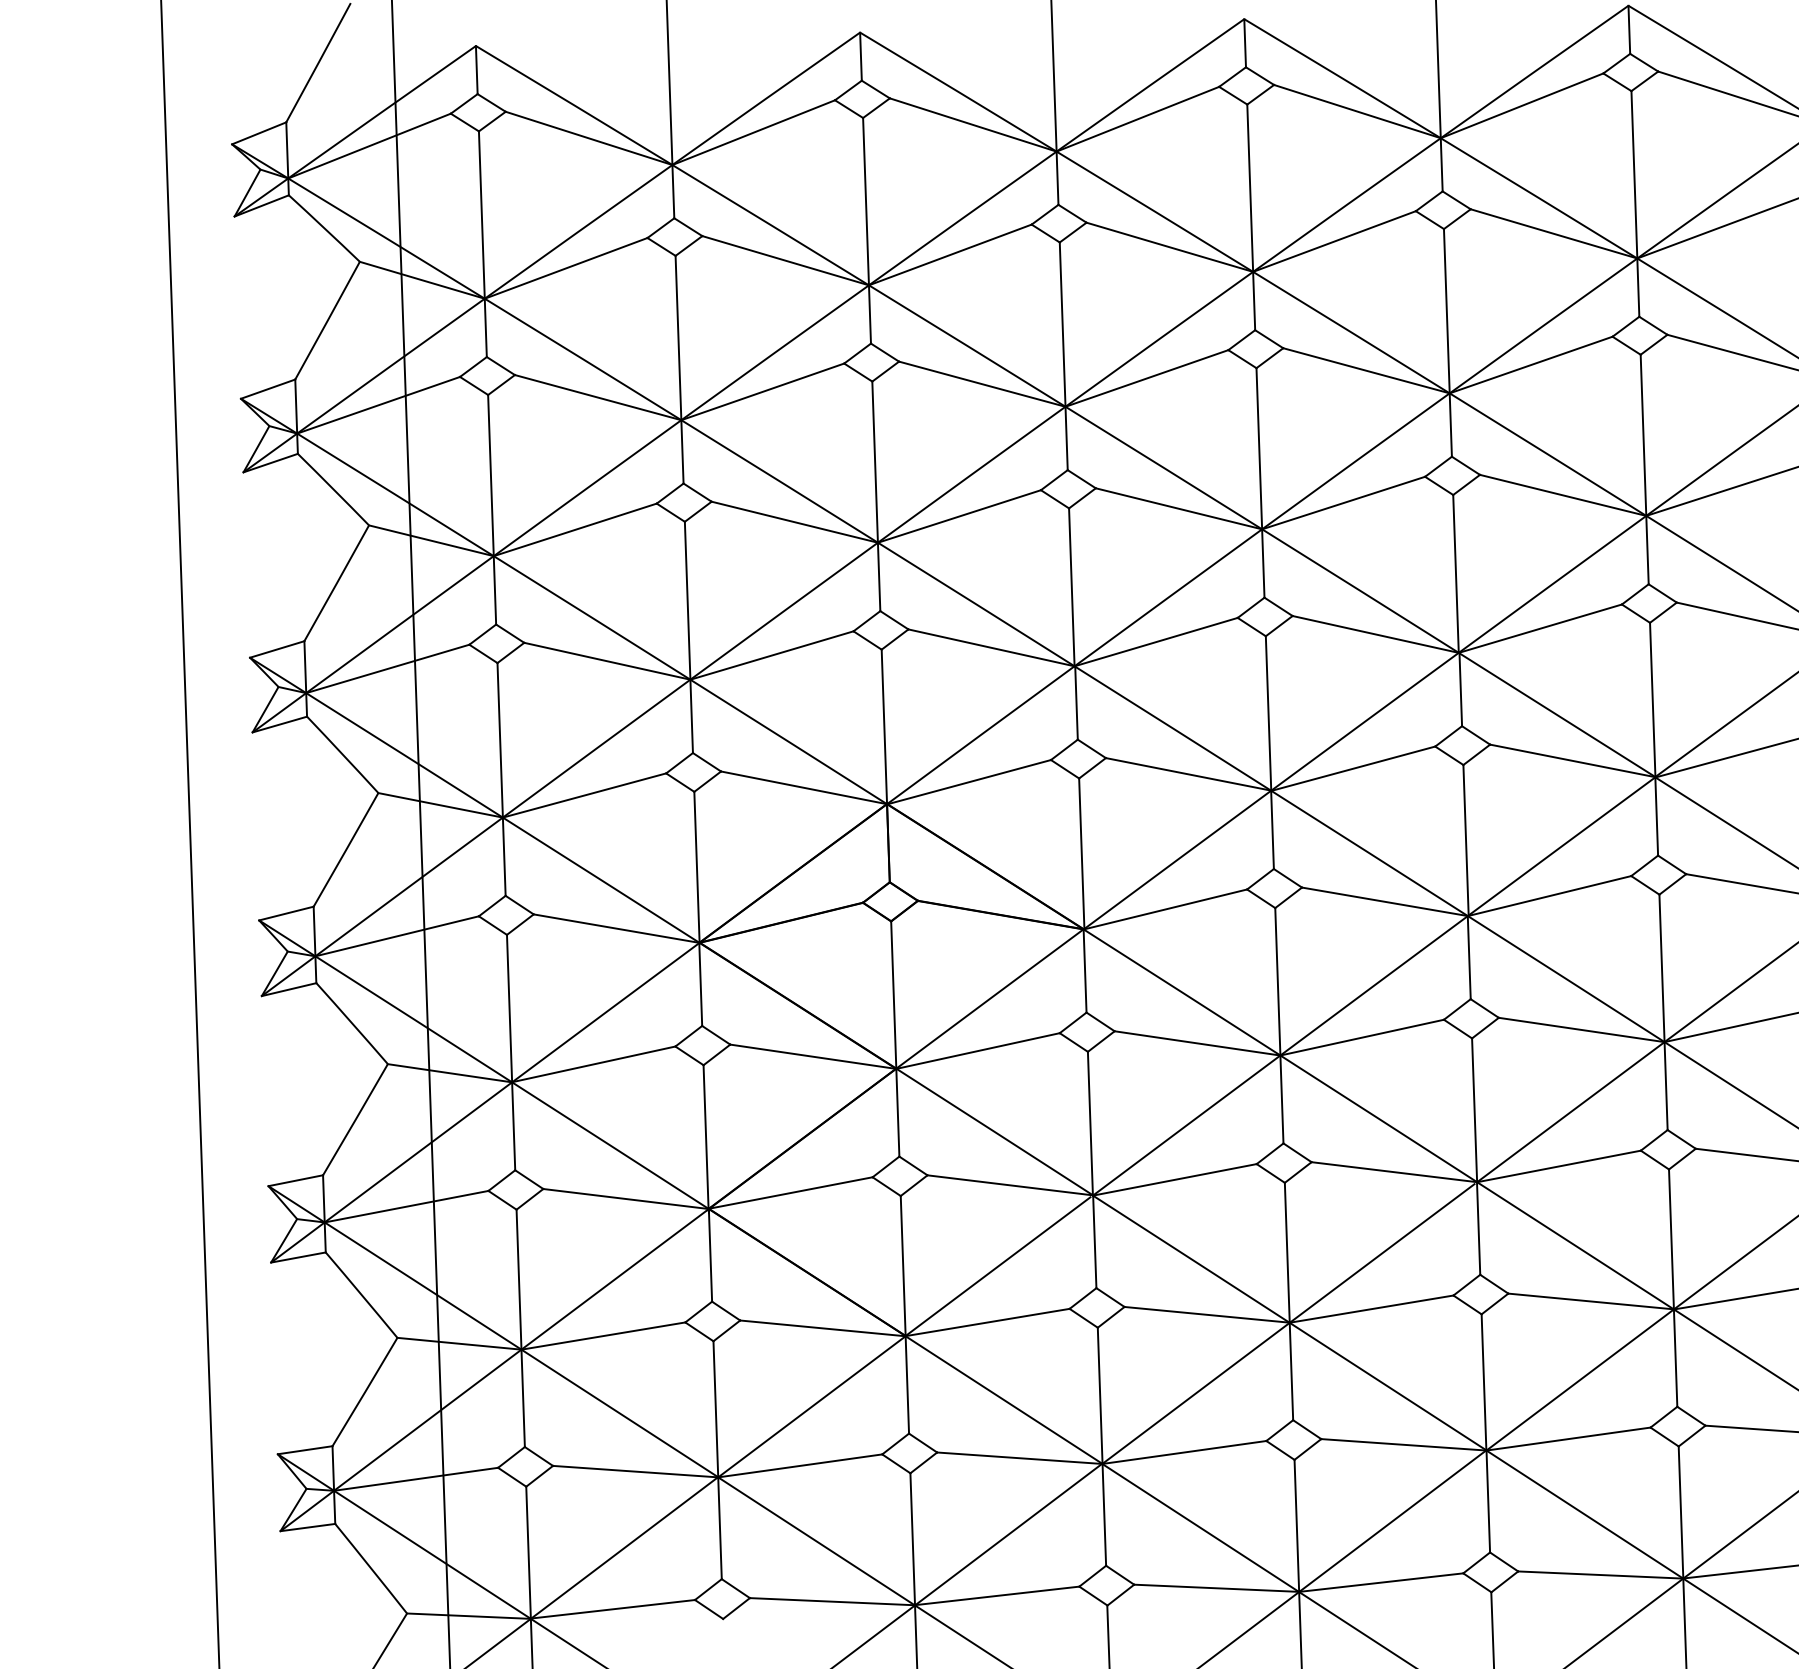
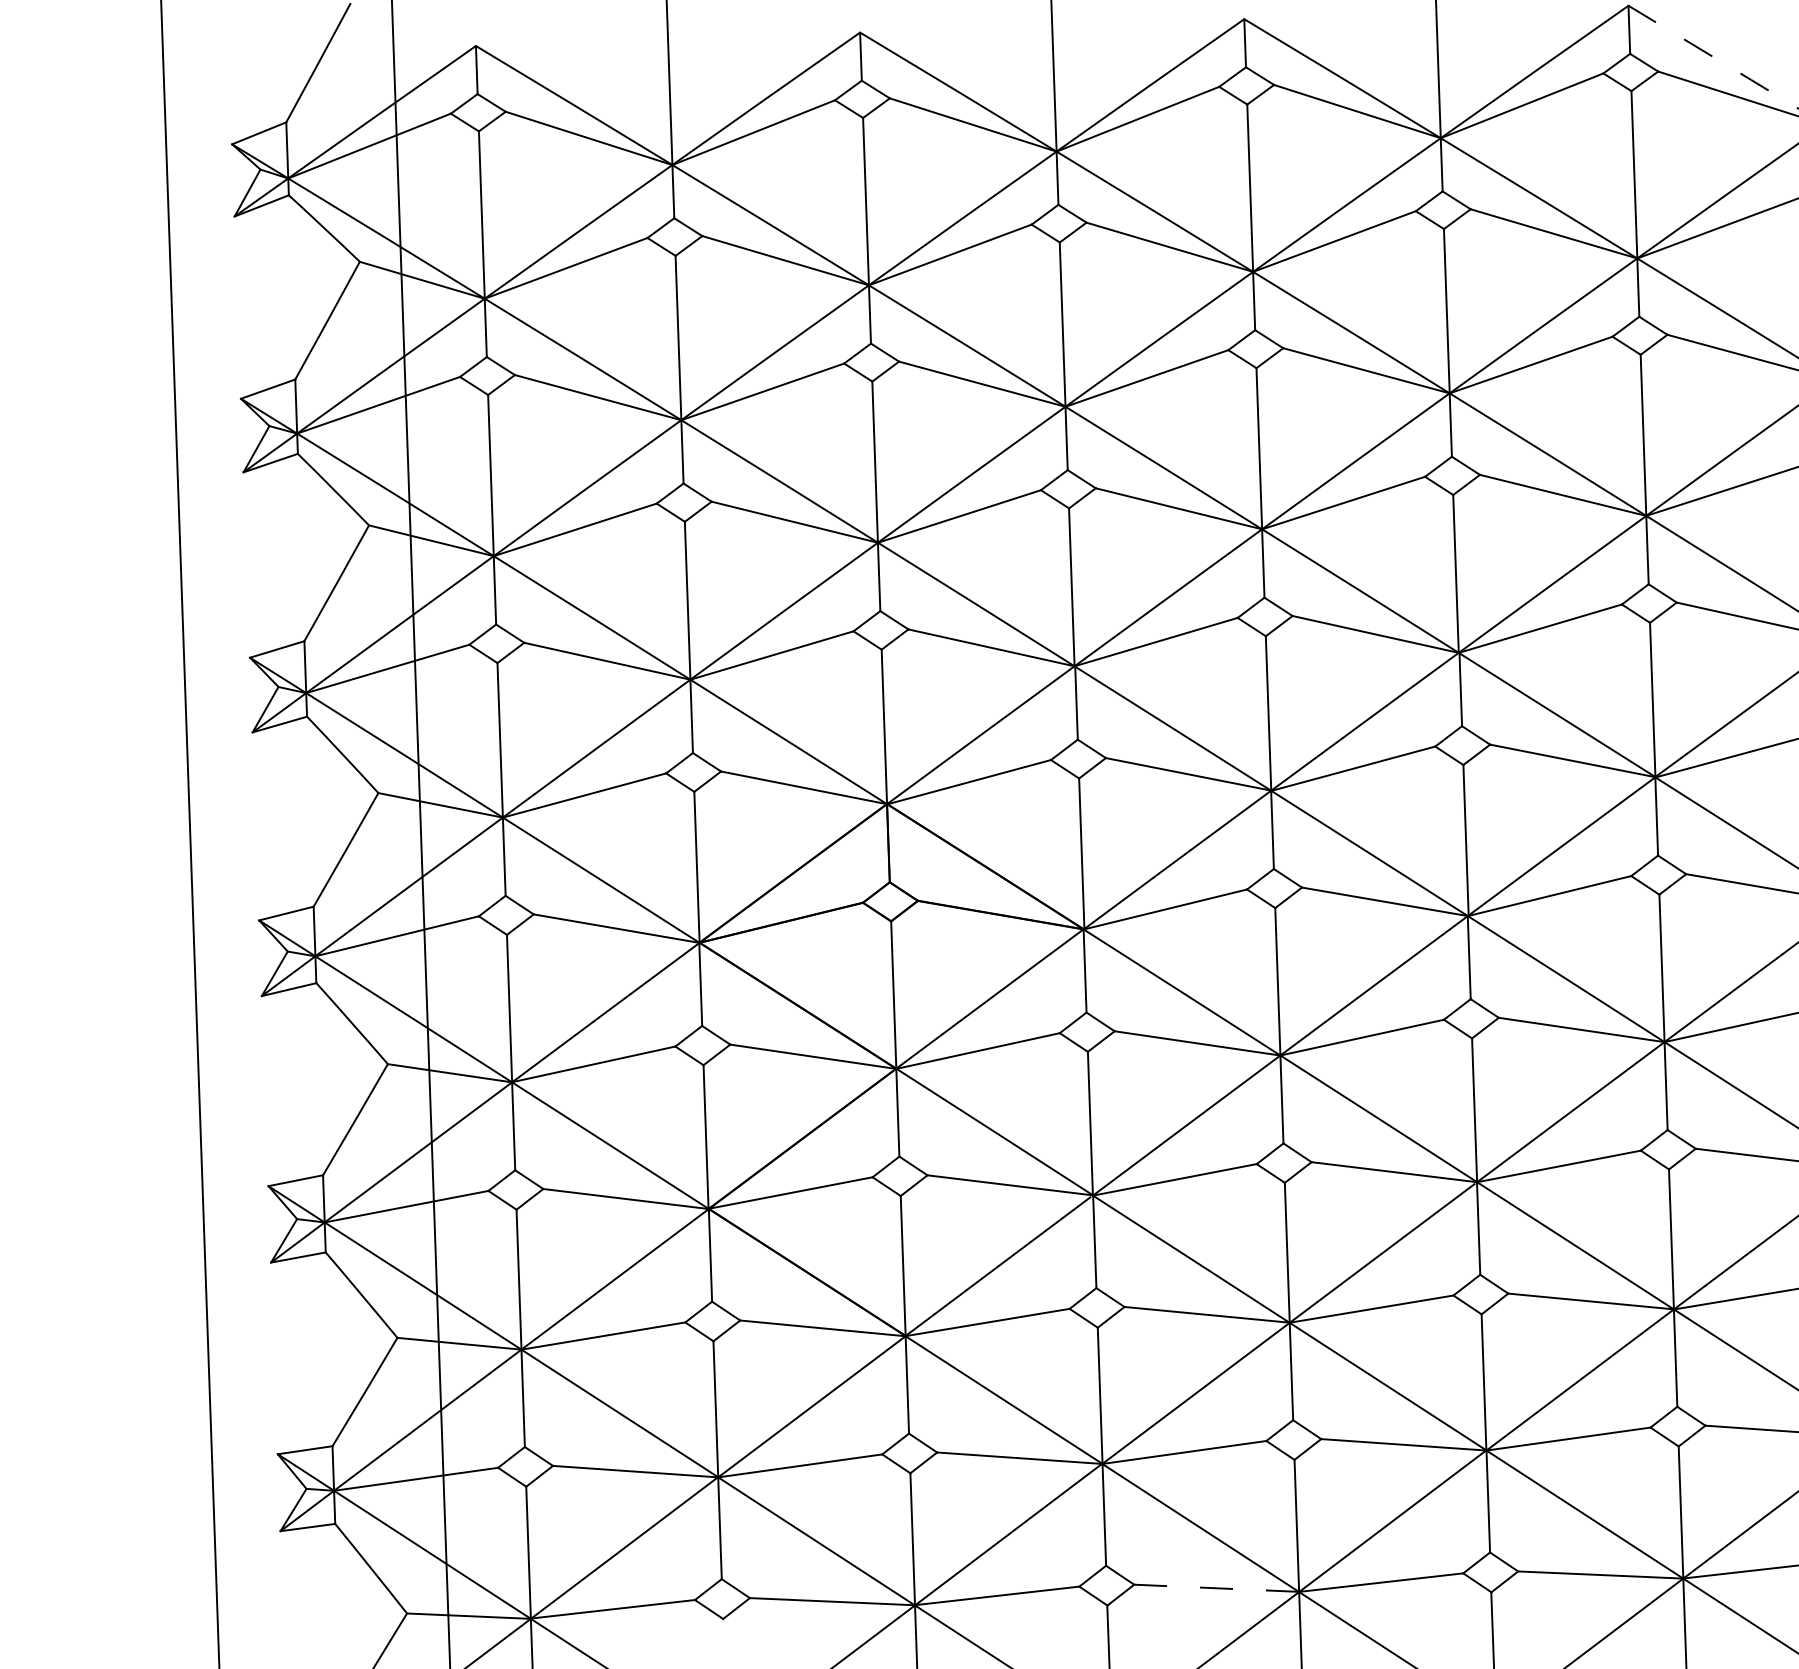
arc at (1714, 57): solid -> dashed
line at (1216, 1588): solid -> dashed
